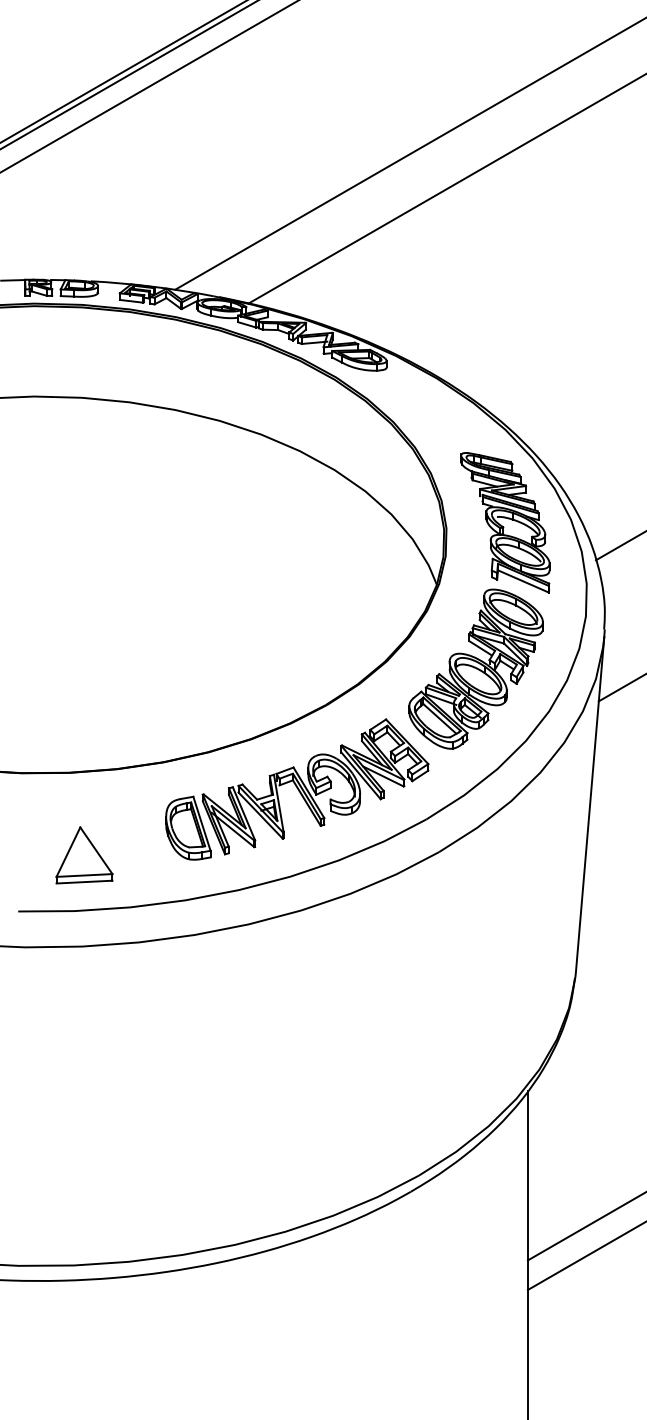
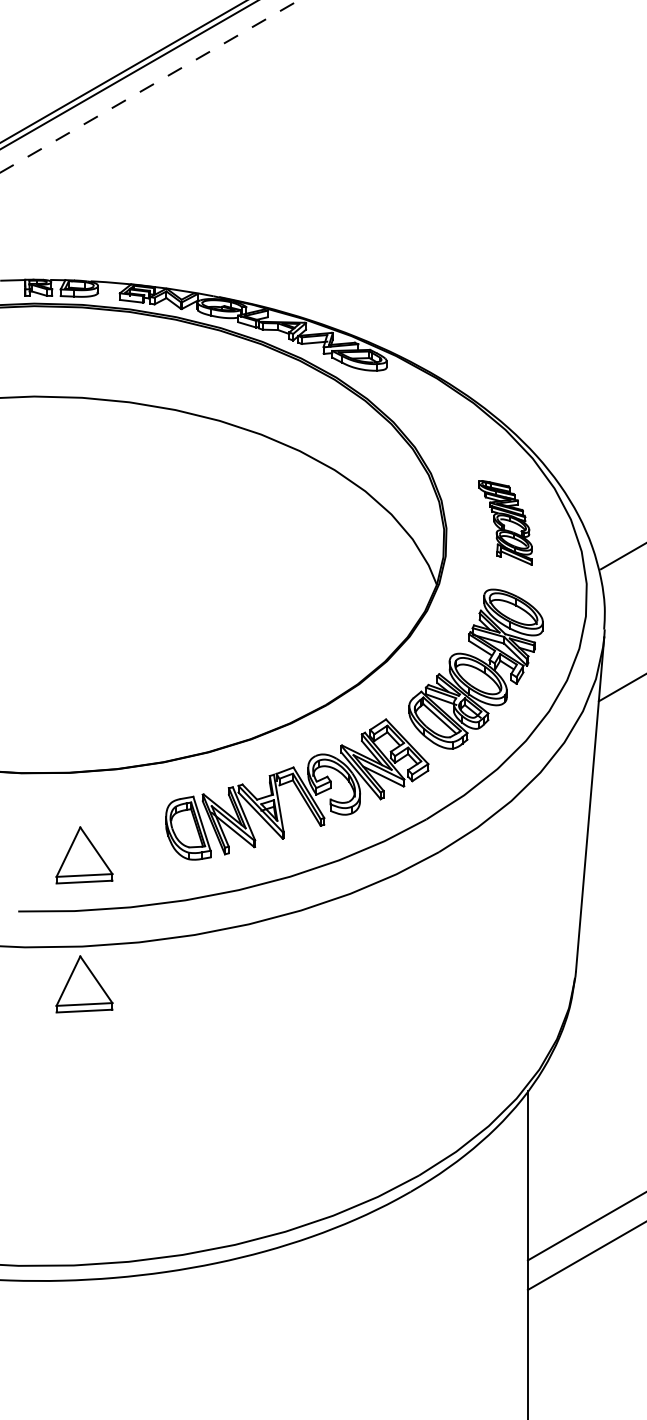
line at (149, 86): solid -> dashed
line at (409, 154): present -> none
line at (445, 189): present -> none
part at (505, 522) size: 91x142 px -> 55x86 px
line at (619, 546) position: (619, 546) -> (621, 556)
part at (84, 984): none -> present
